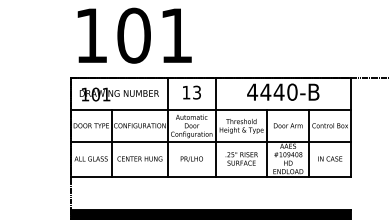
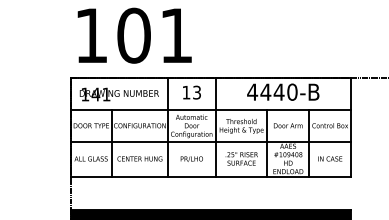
text at (95, 94): 101 -> 141
